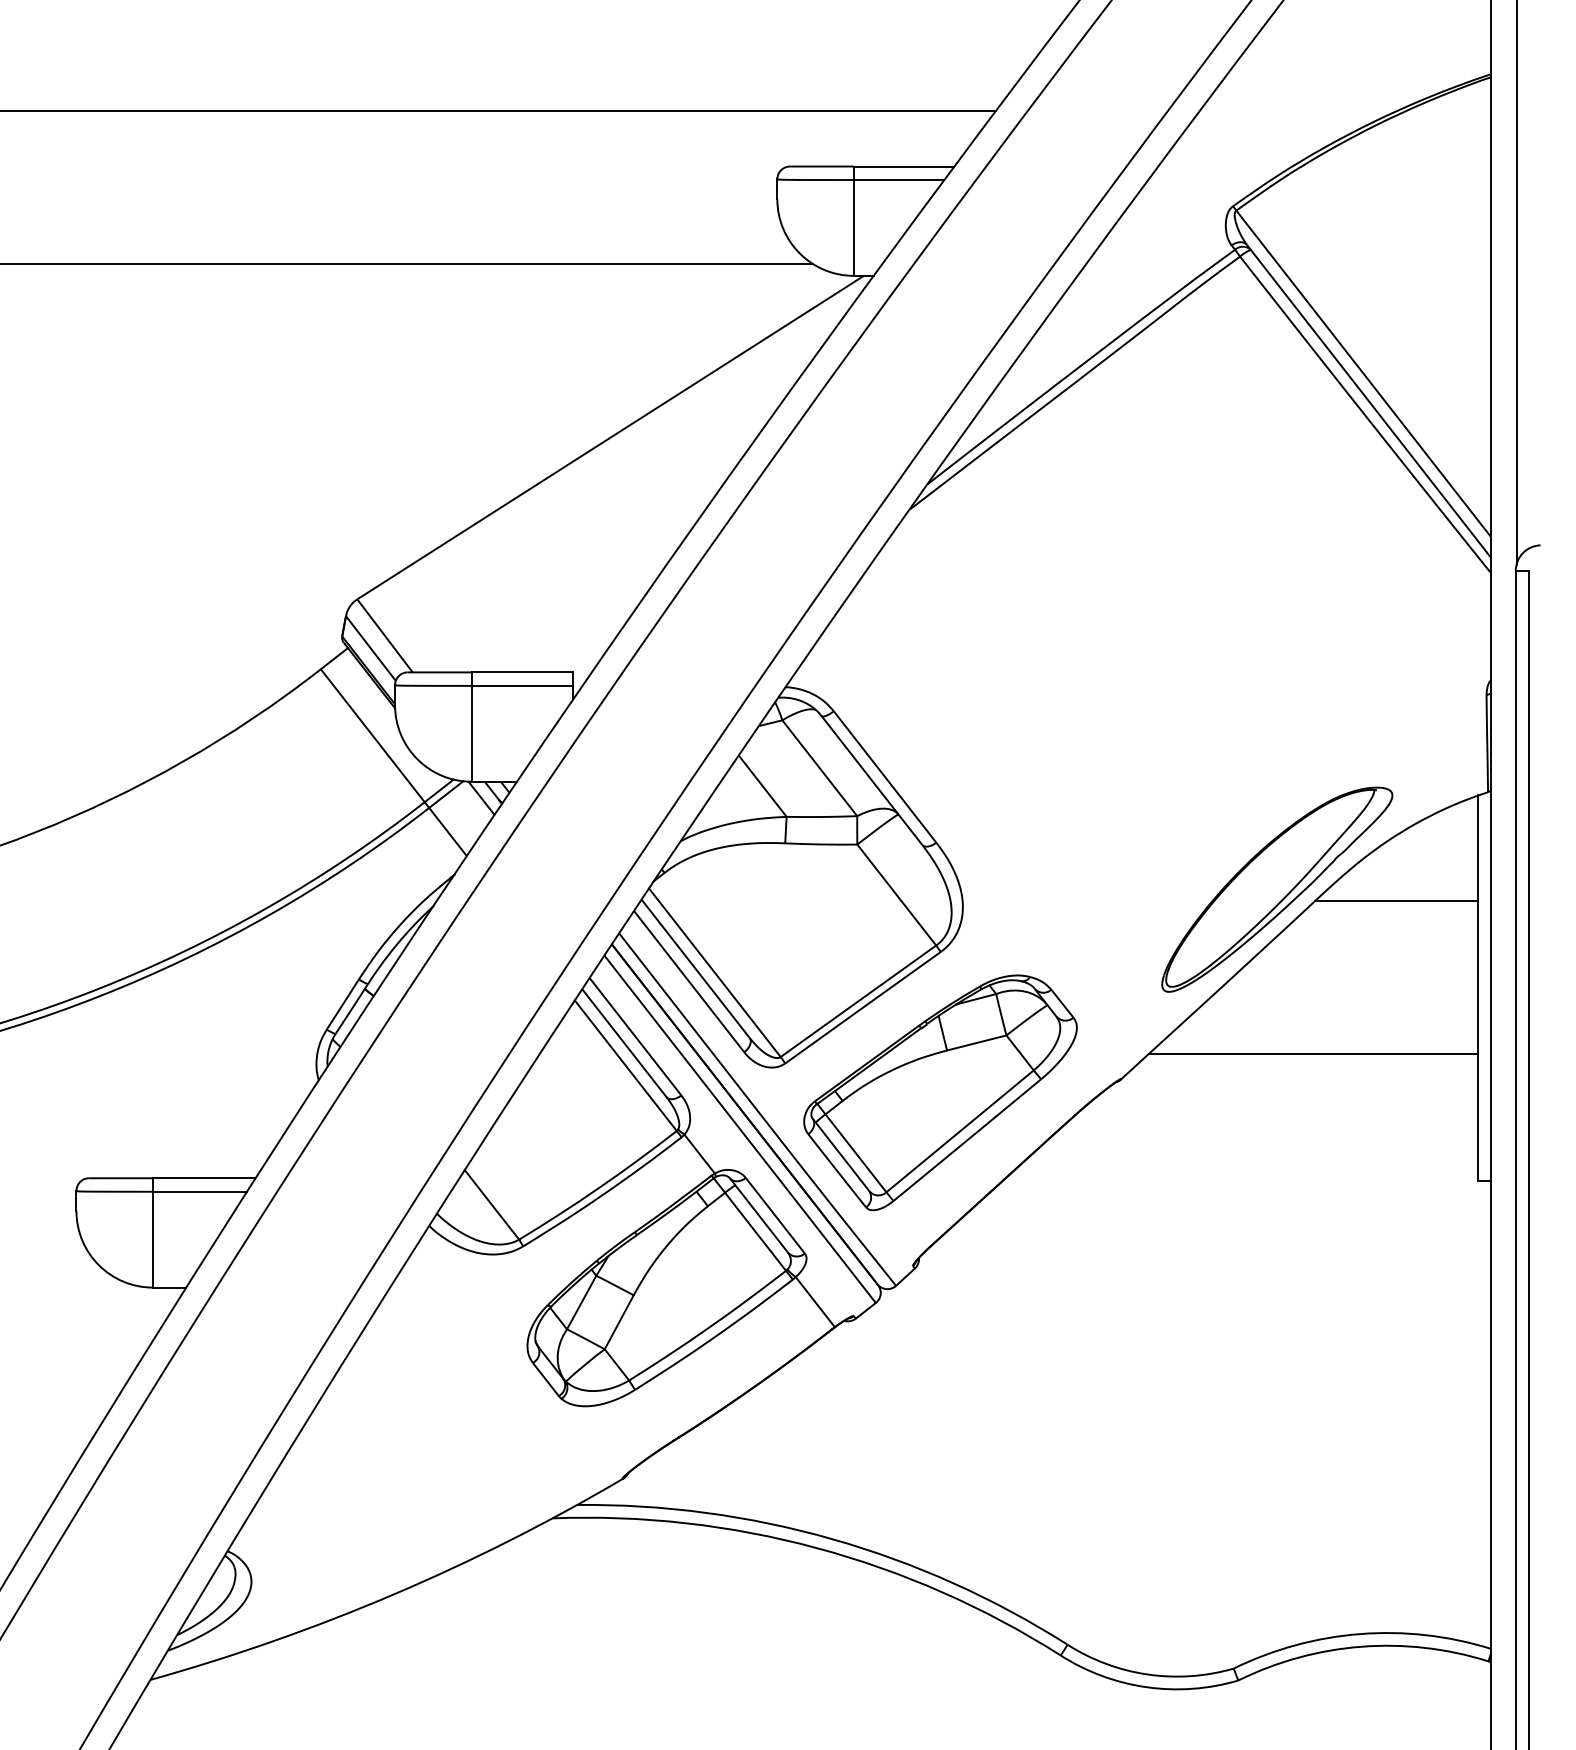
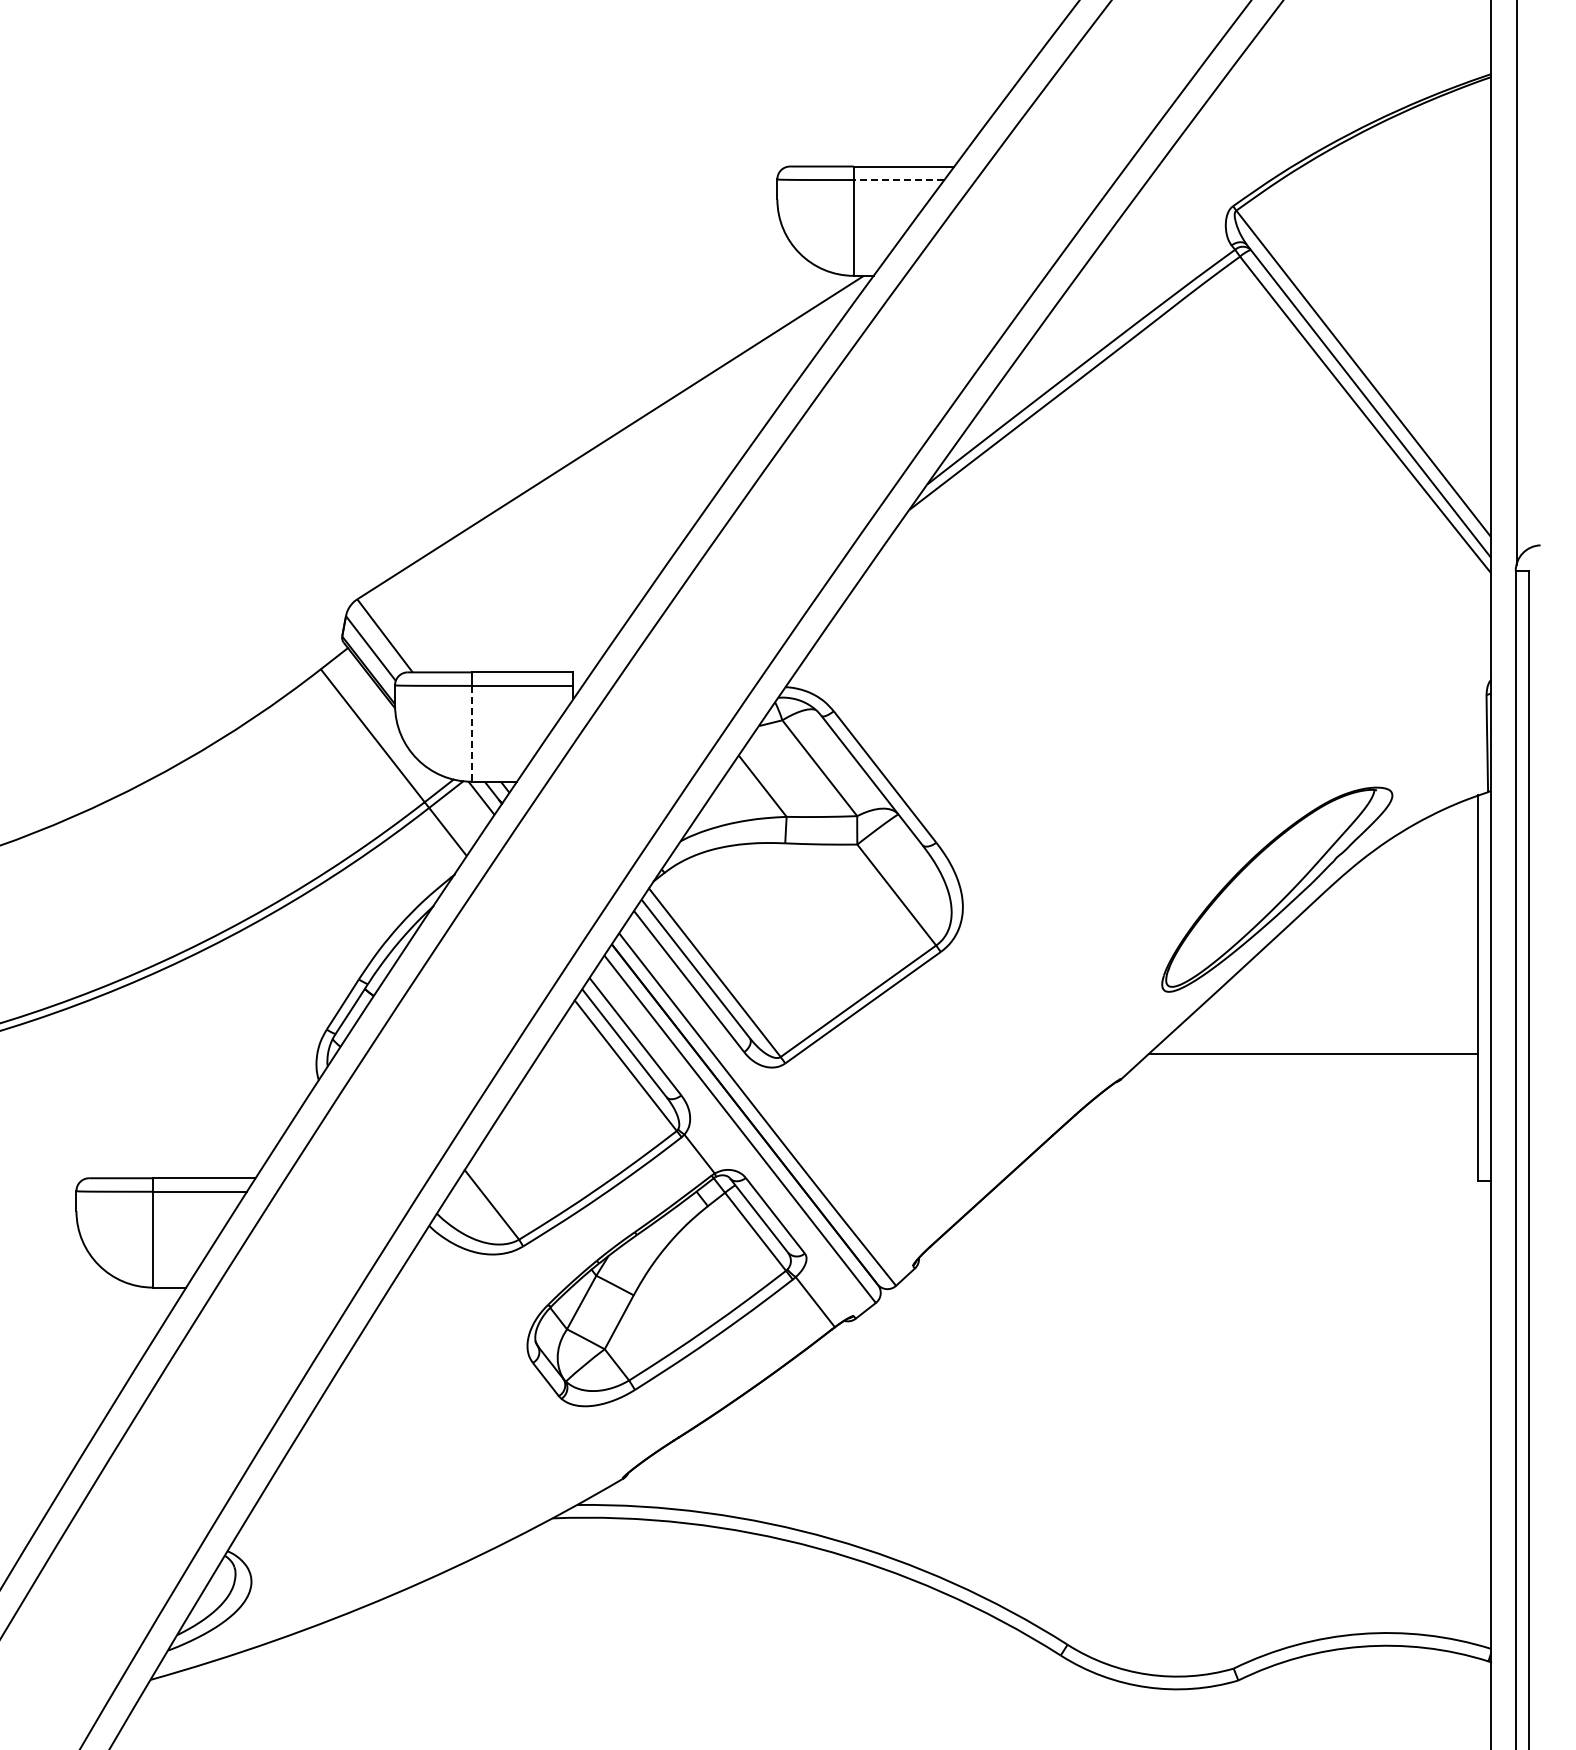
line at (498, 110): present -> none
line at (898, 180): solid -> dashed
line at (407, 263): present -> none
line at (471, 733): solid -> dashed
line at (1396, 901): present -> none
part at (940, 1092): present -> none
